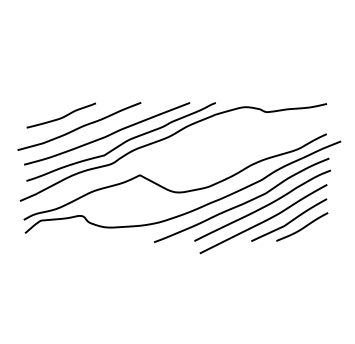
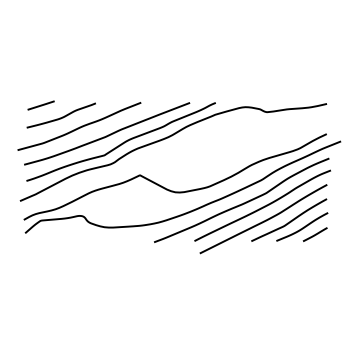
line at (40, 105): none -> present
line at (314, 234): none -> present
